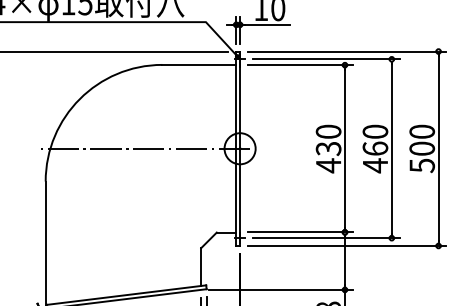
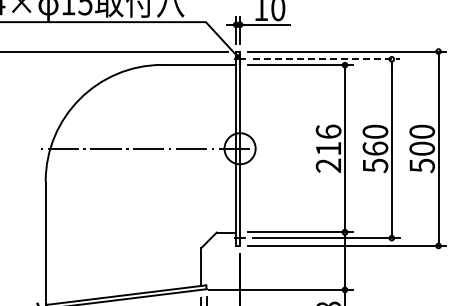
line at (326, 59): solid -> dashed
text at (328, 148): 430 -> 216
text at (375, 165): 460 -> 560
